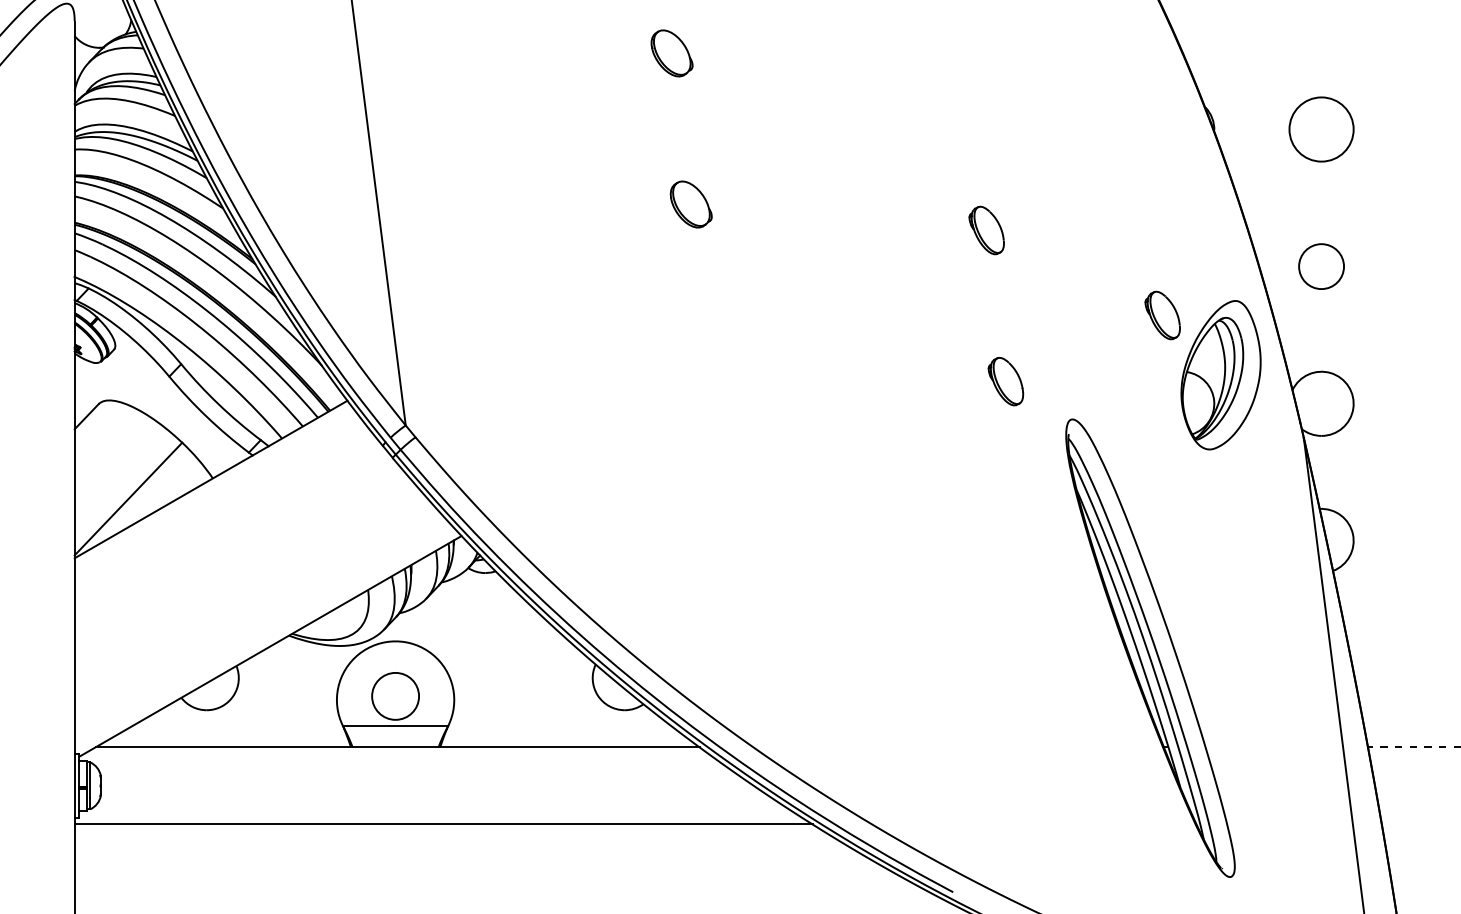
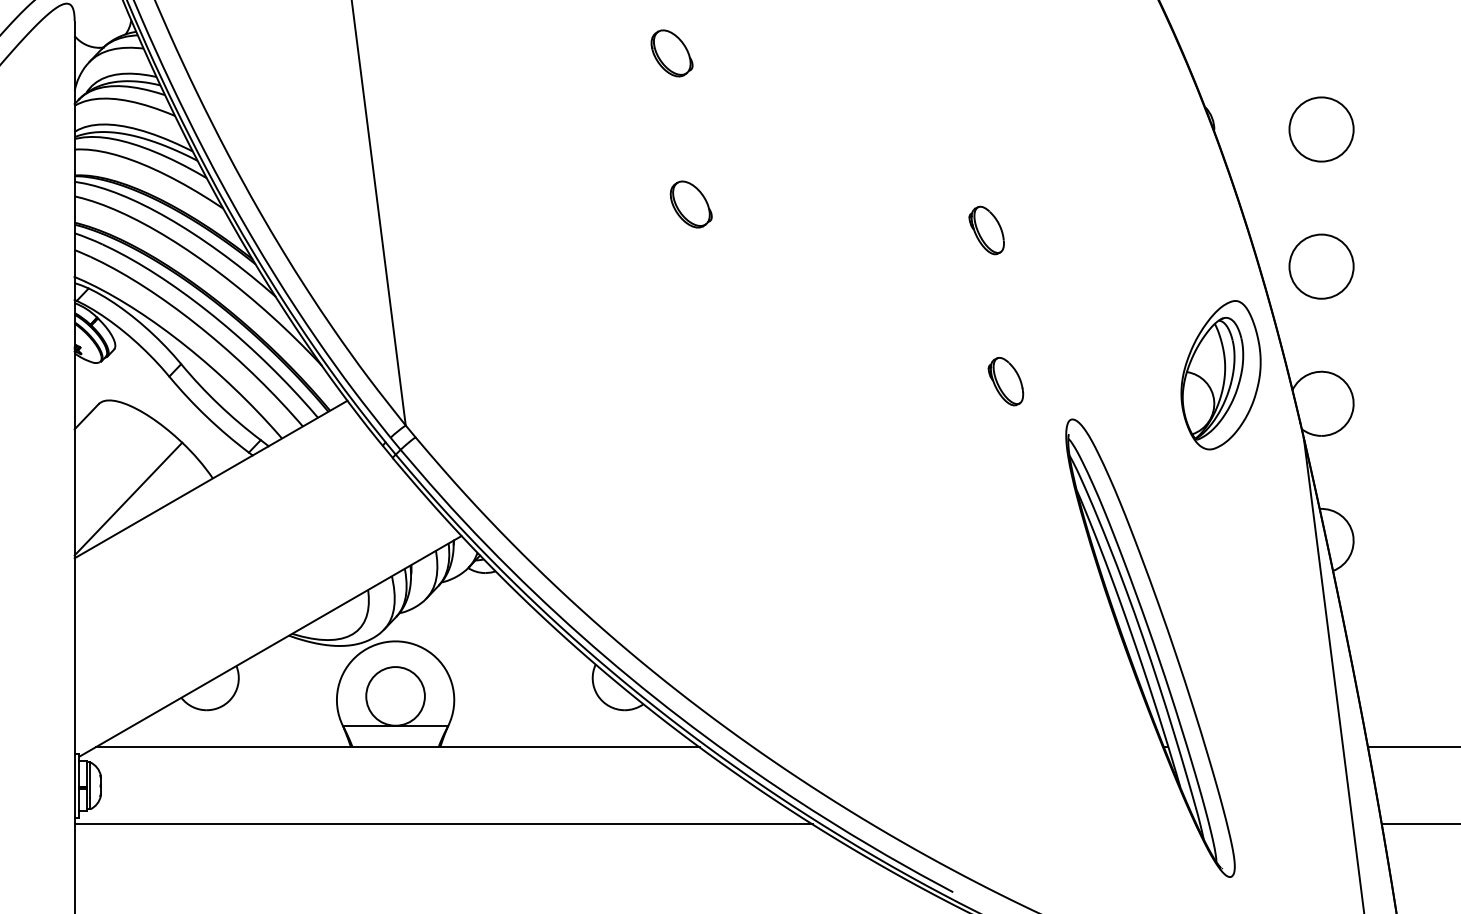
circle at (1321, 266) size: 47x47 px -> 67x67 px
part at (1162, 315): present -> none
circle at (395, 695) diameter: 47 px -> 59 px
line at (1413, 747): dashed -> solid
line at (1419, 824): none -> present
